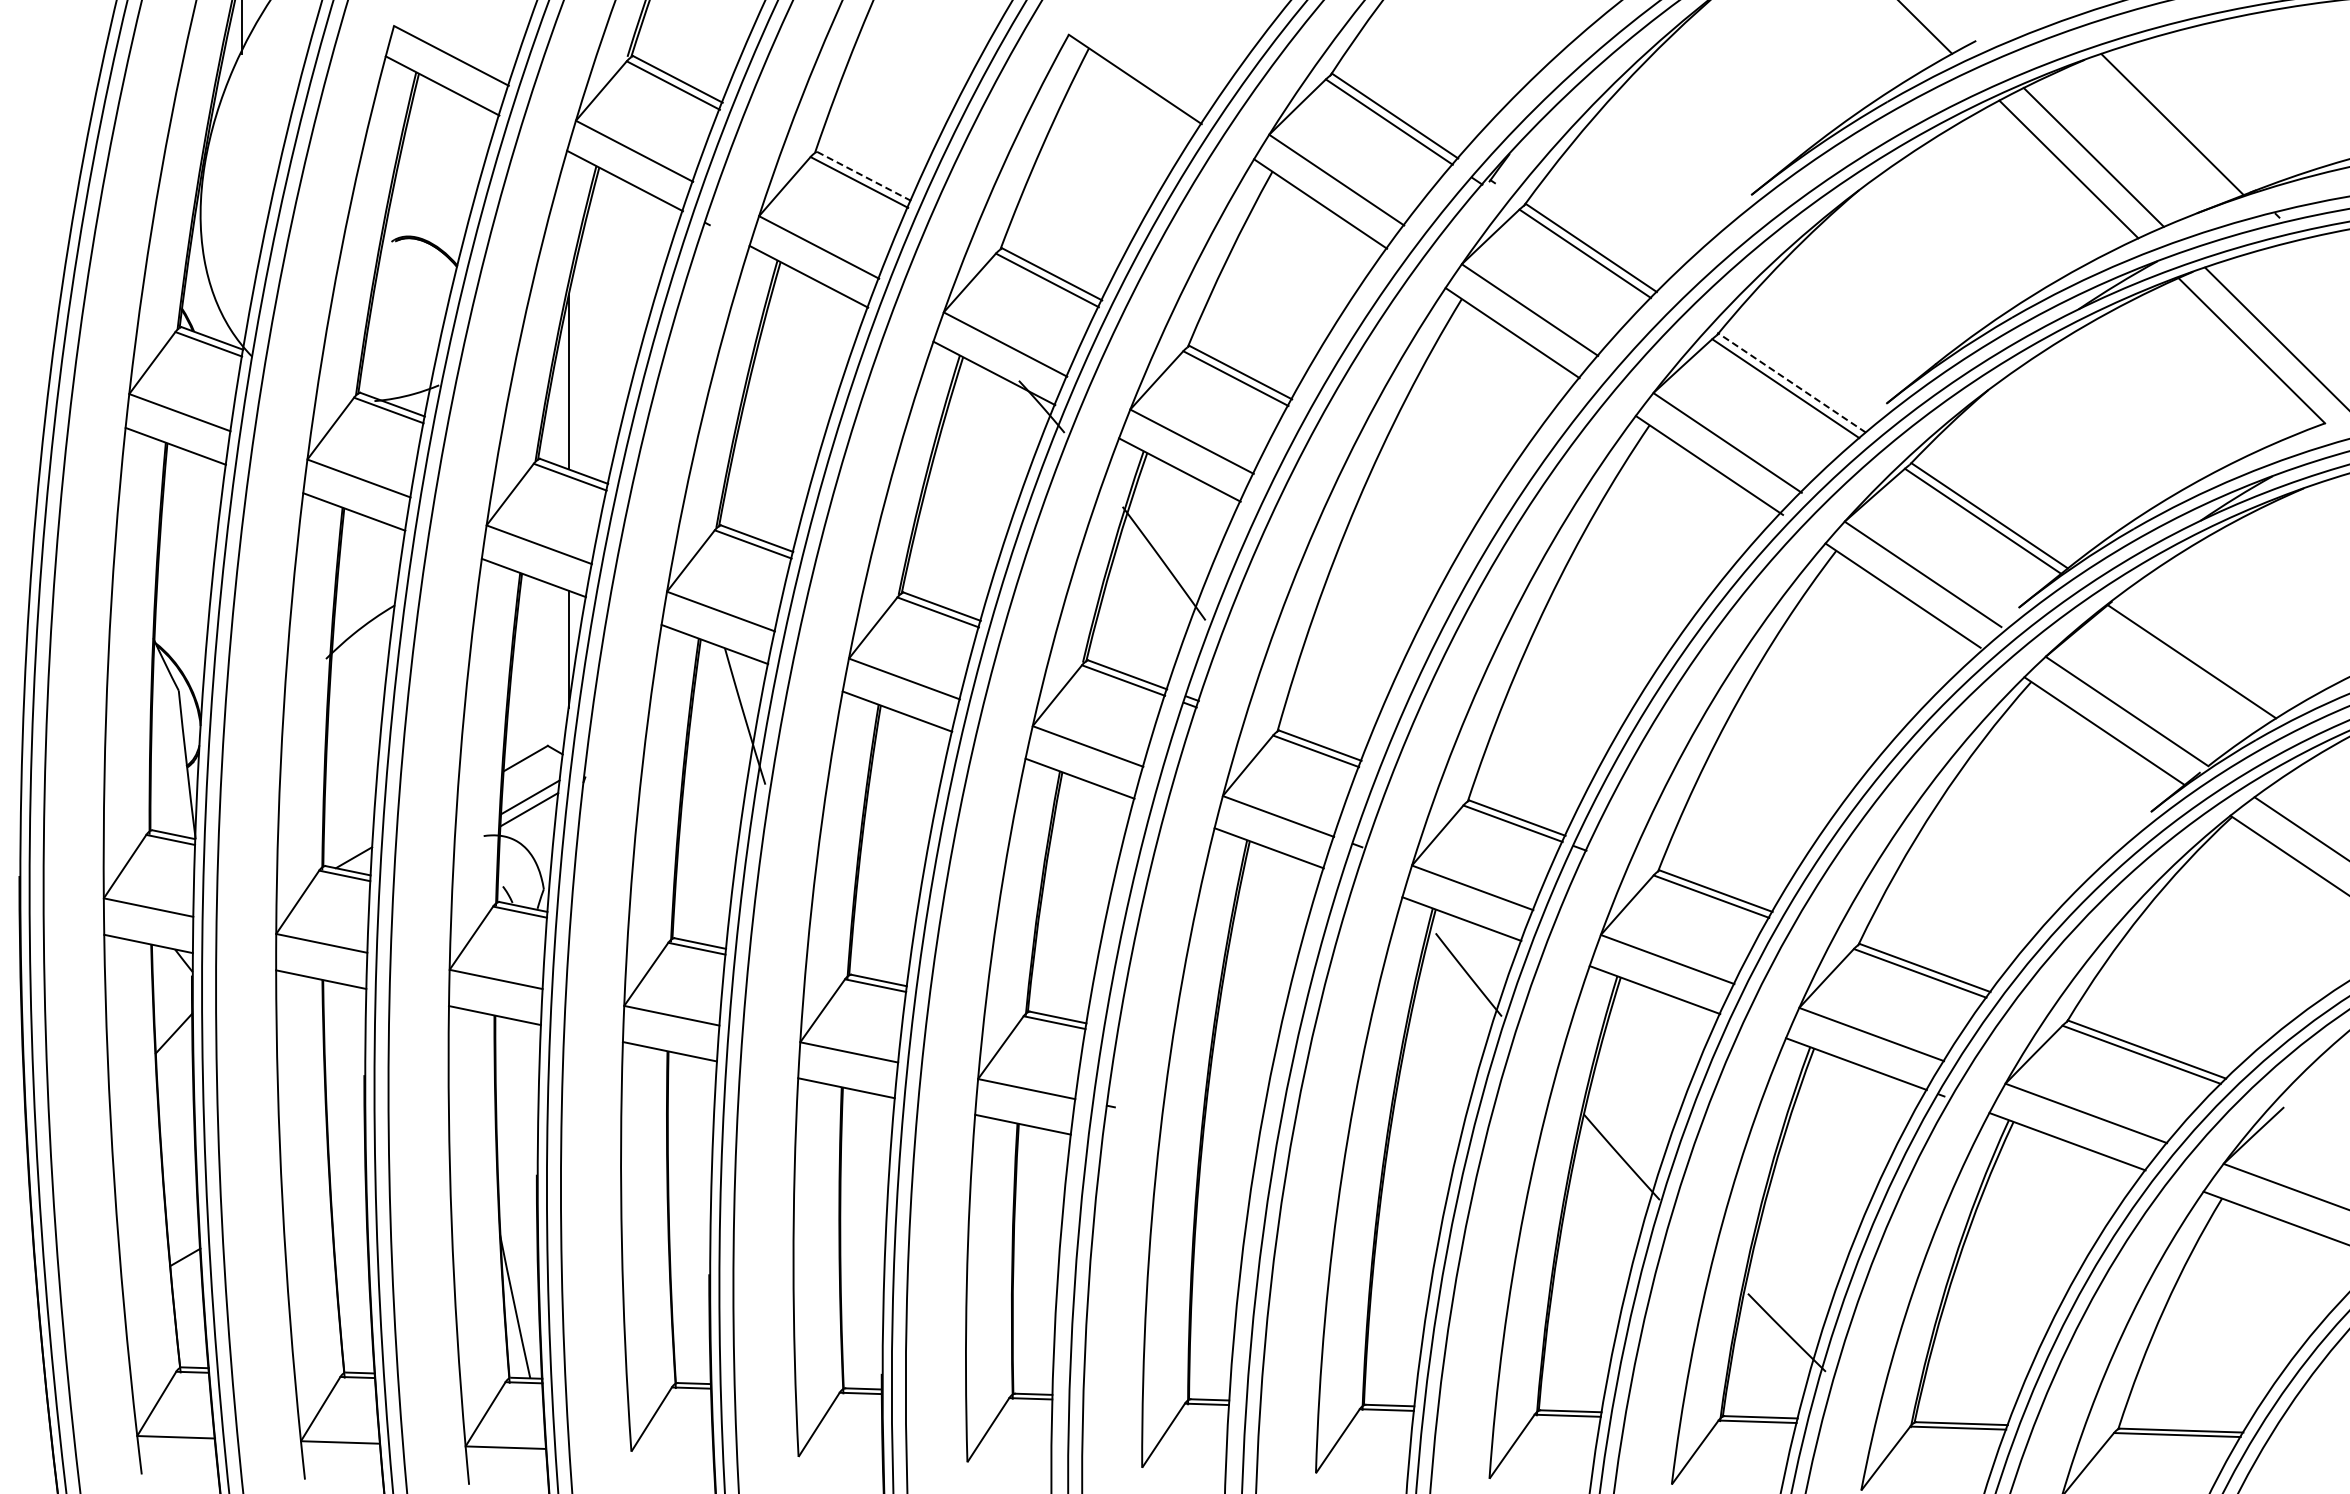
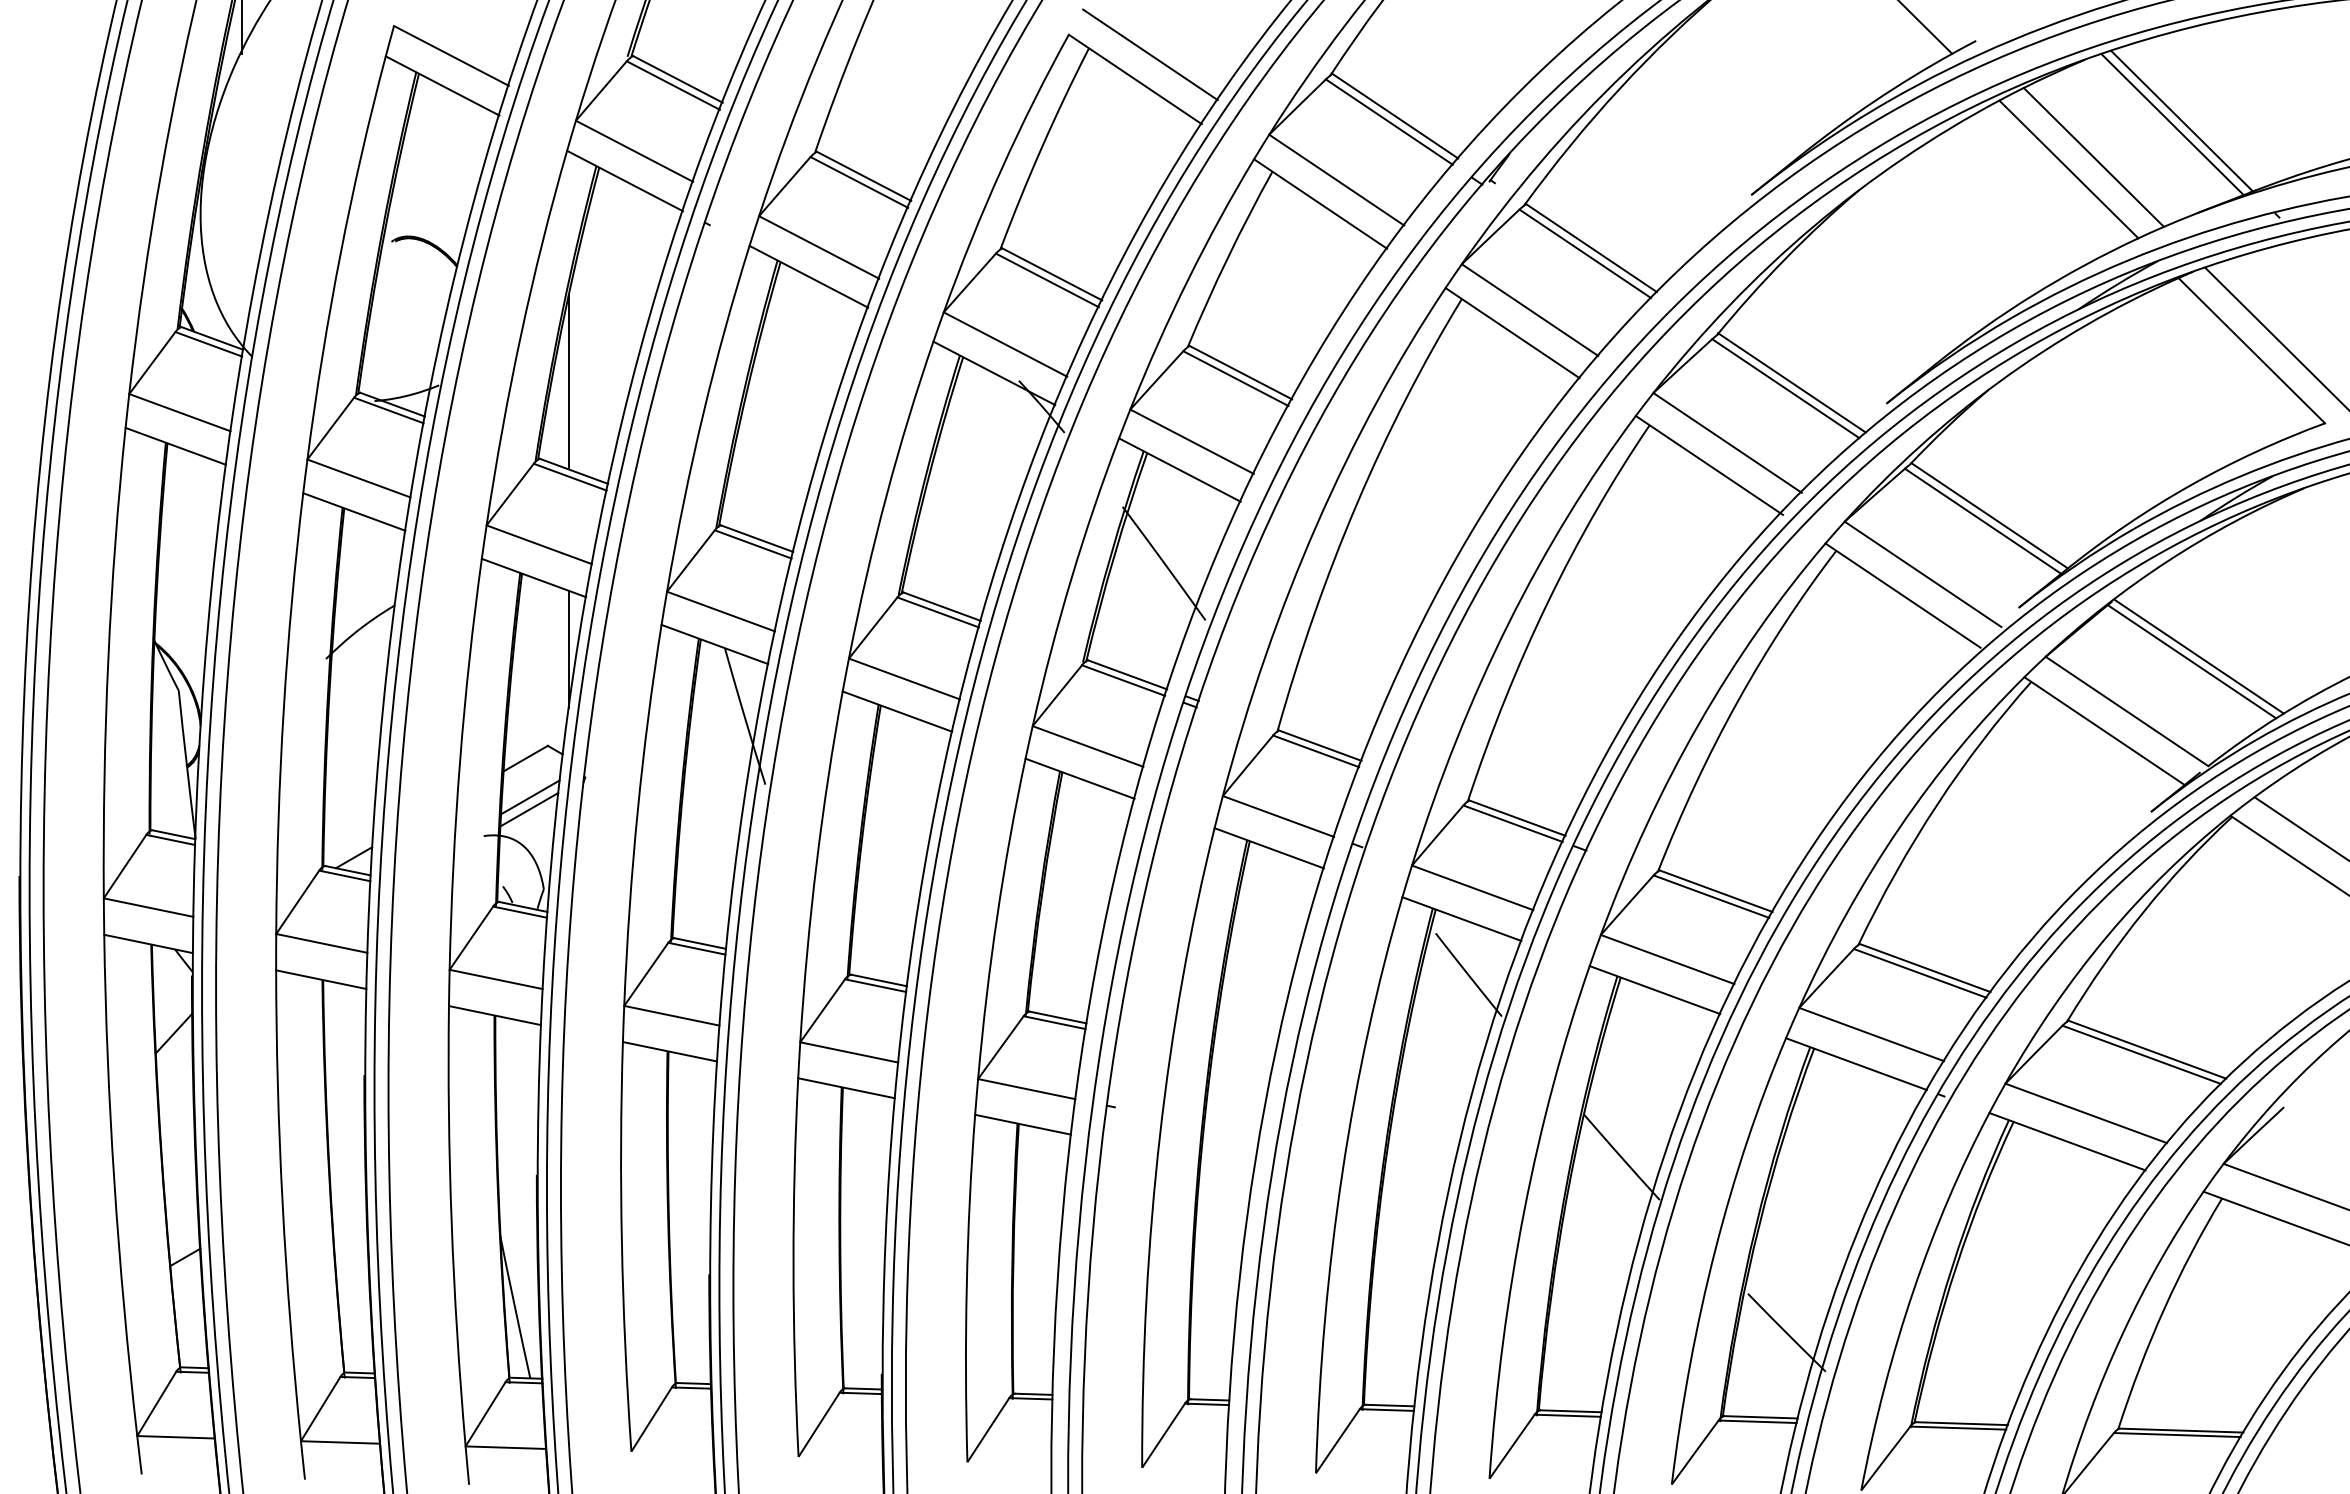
line at (1150, 54): none -> present
line at (2182, 120): none -> present
line at (863, 176): dashed -> solid
line at (1792, 383): dashed -> solid
line at (2198, 656): none -> present
